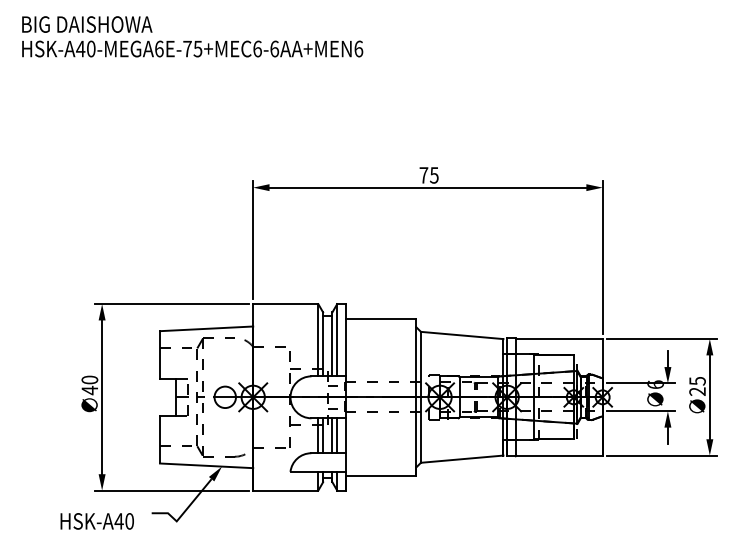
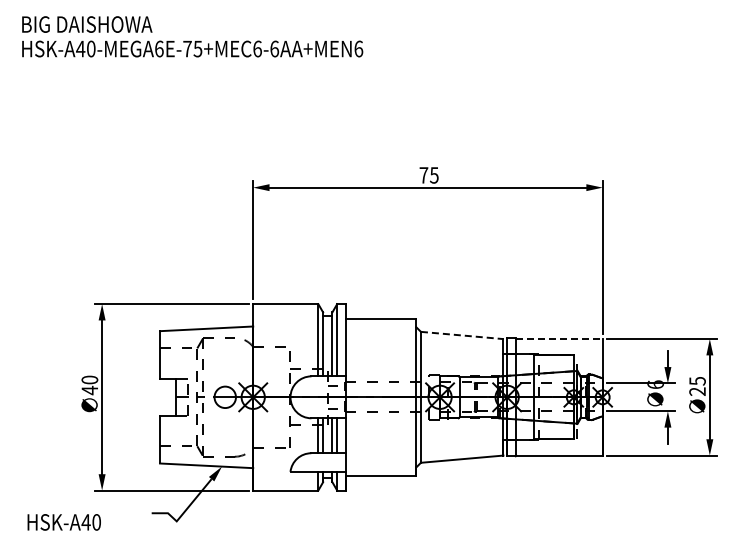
line at (462, 335): solid -> dashed
line at (560, 339): solid -> dashed
text at (96, 521) position: (96, 521) -> (63, 522)
